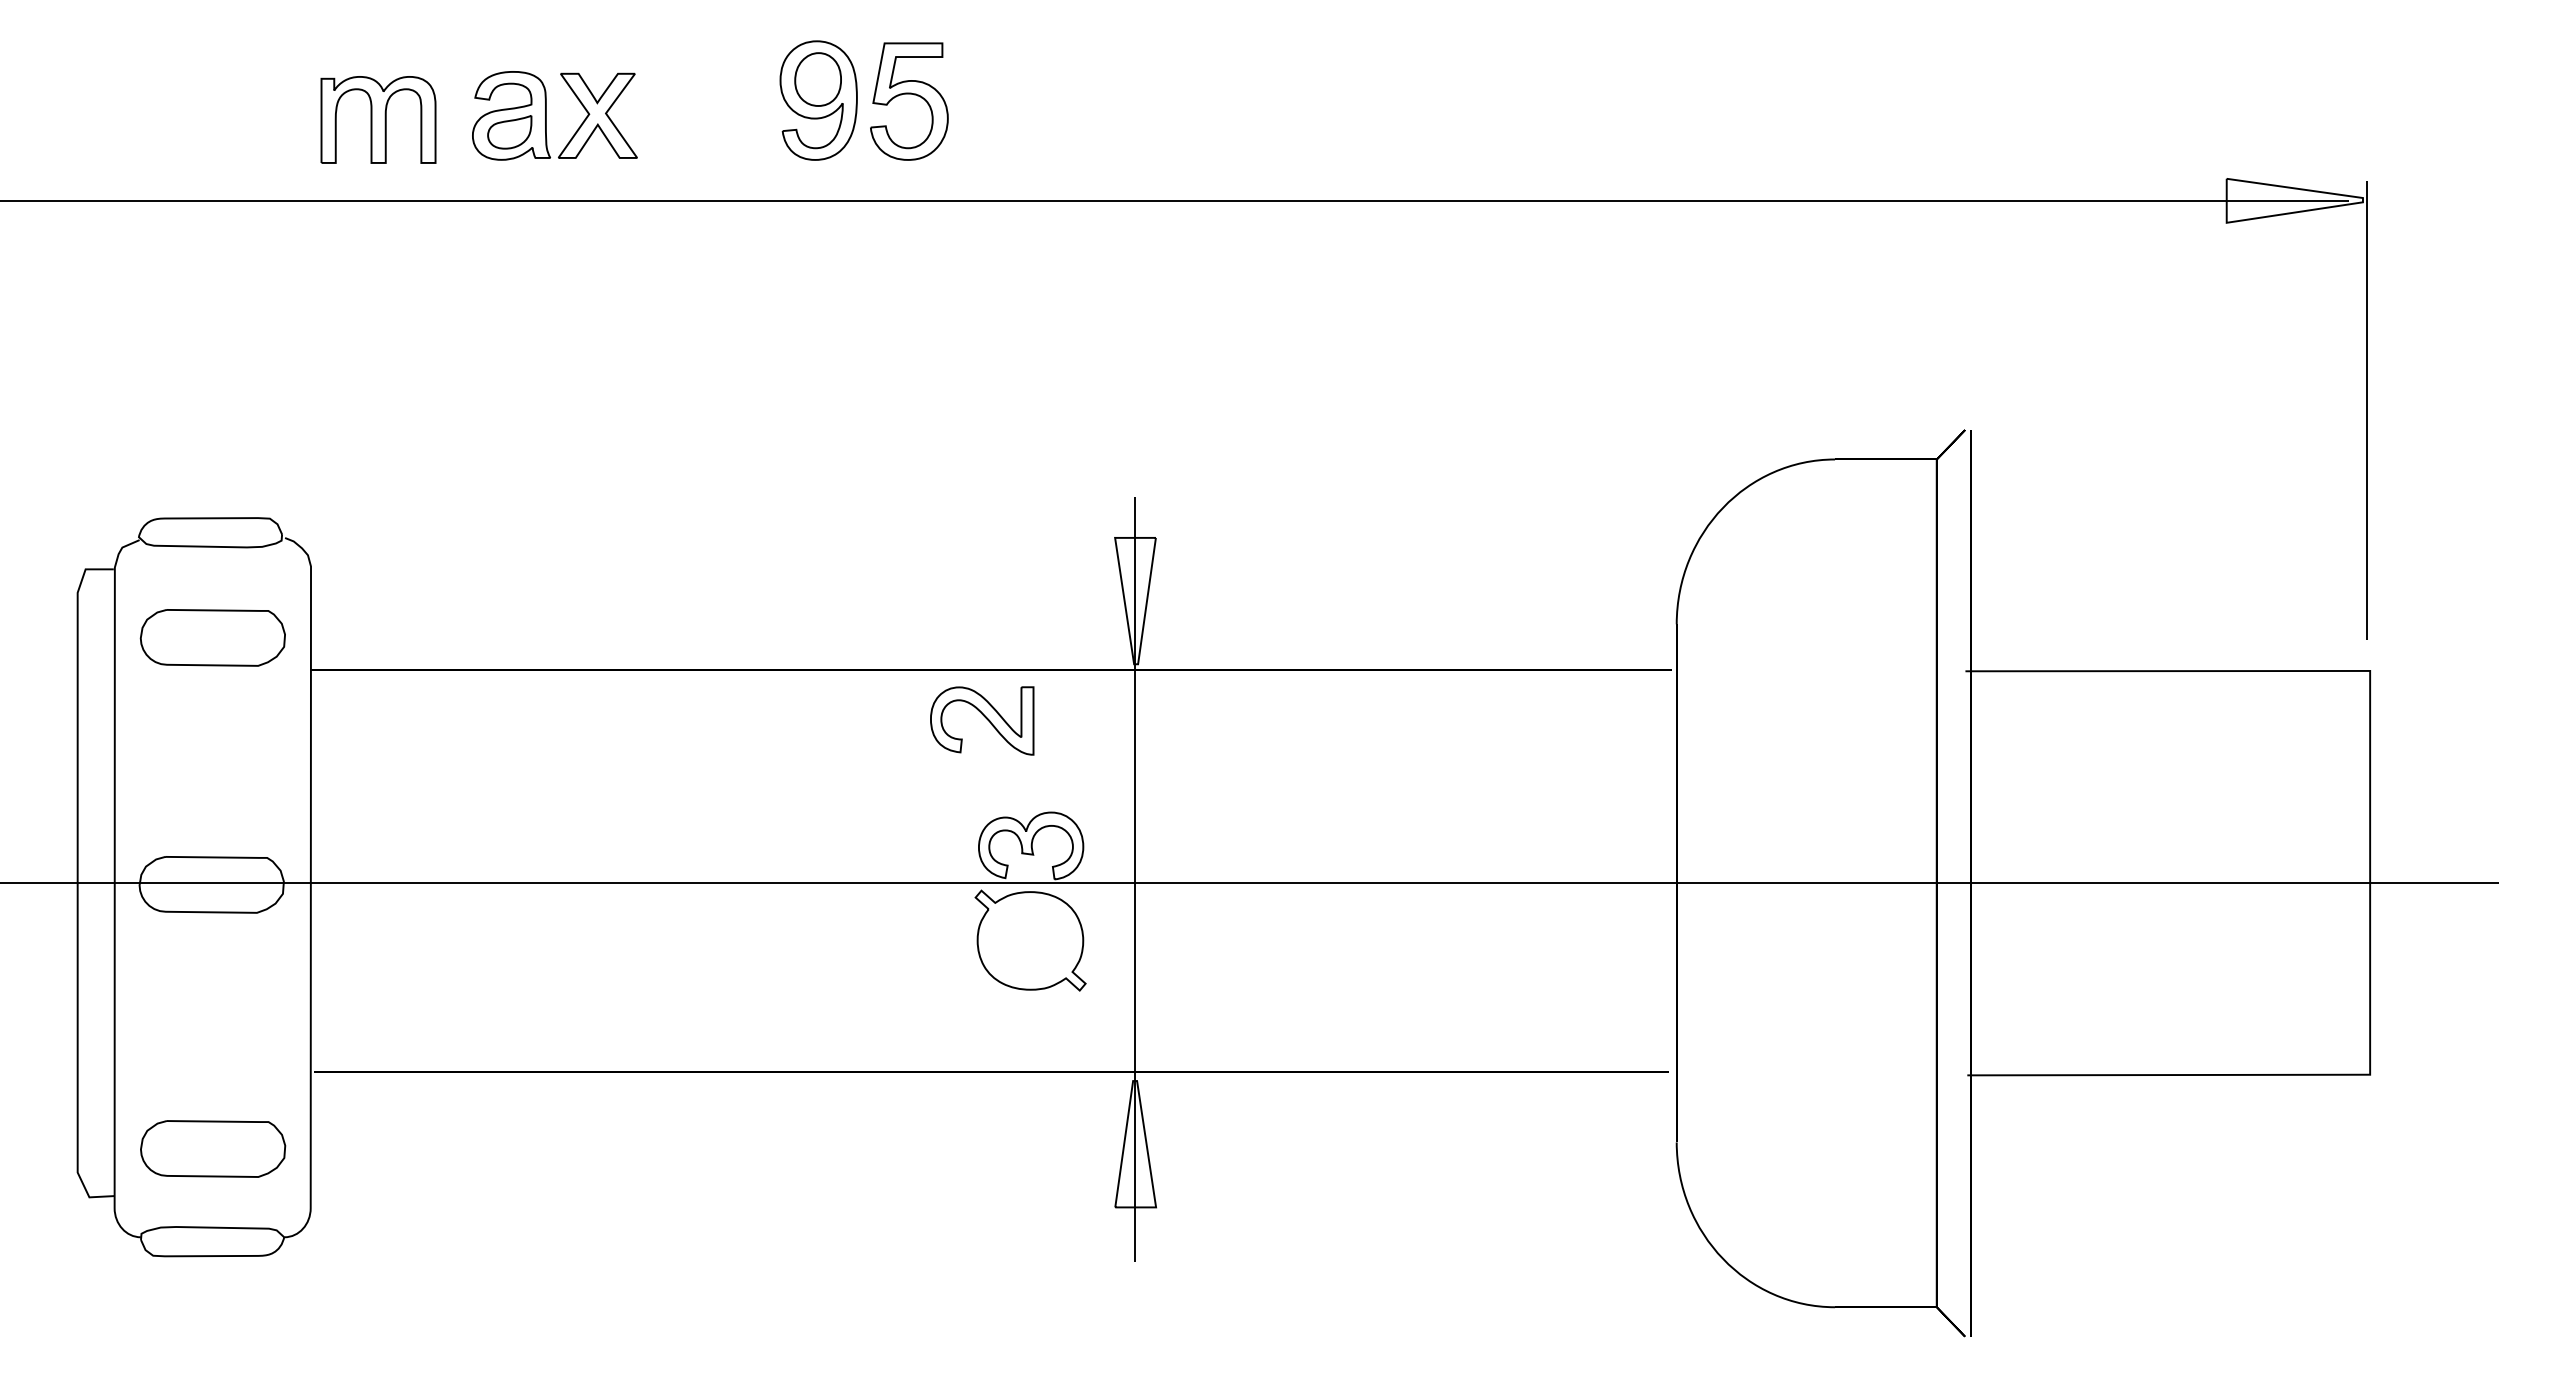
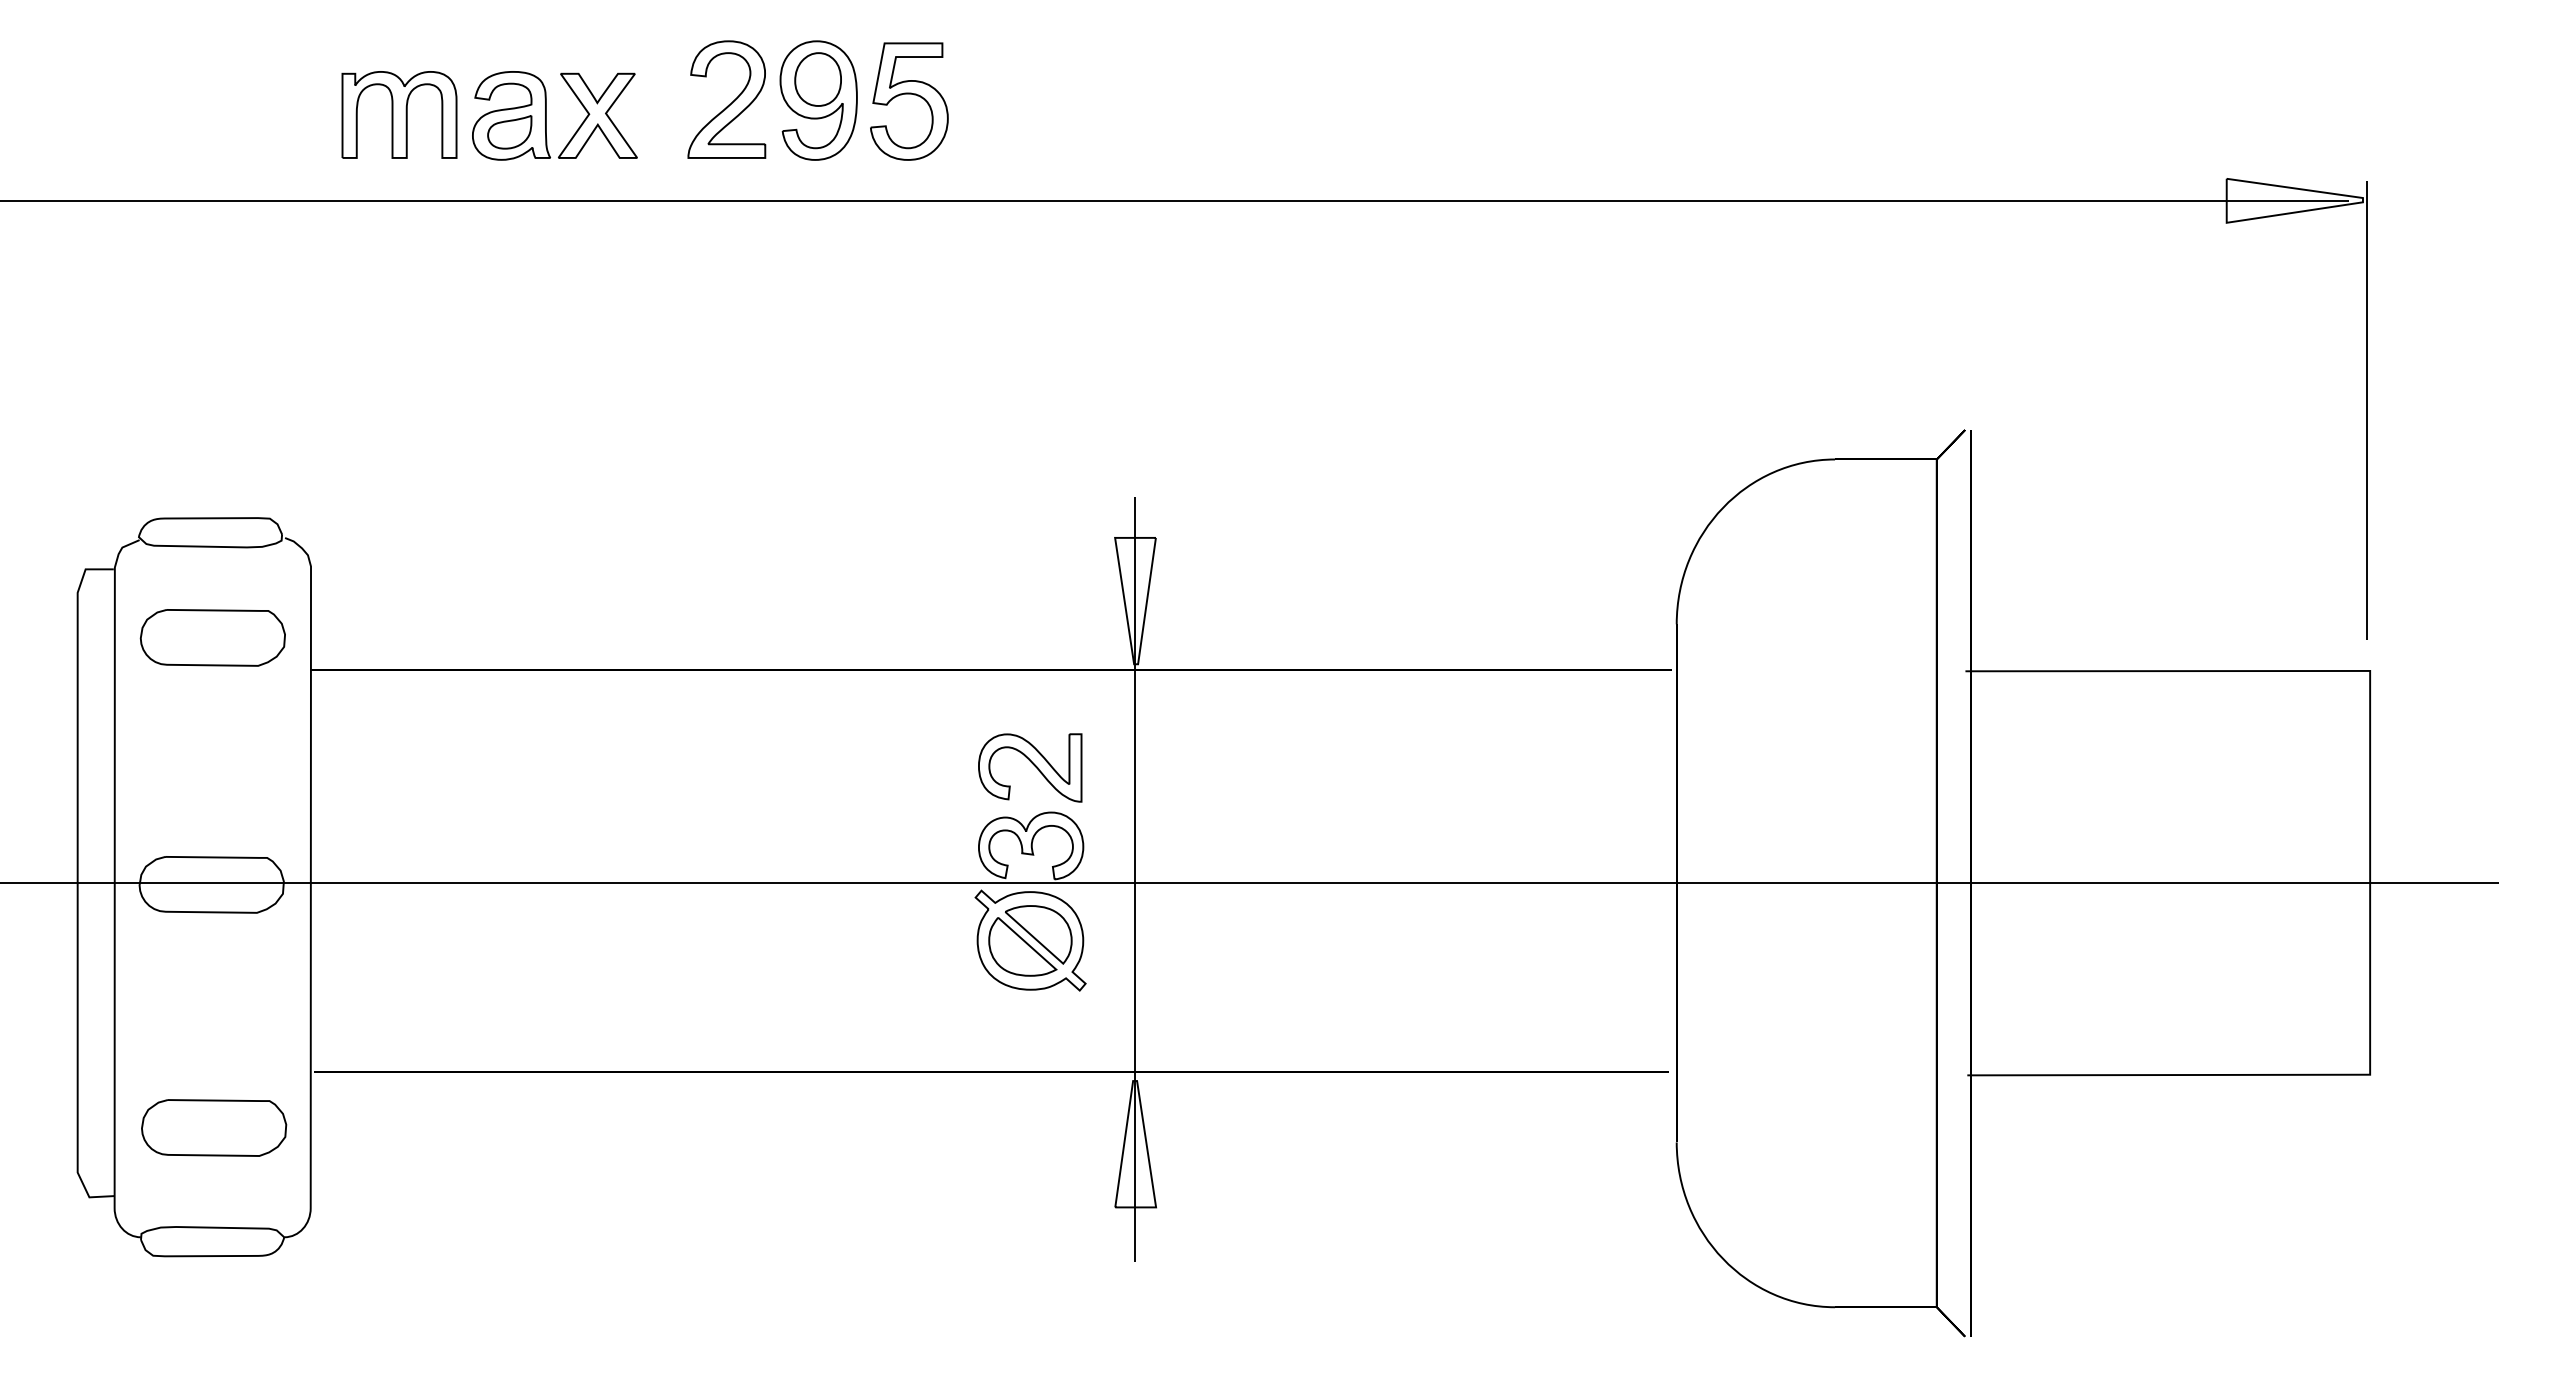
part at (726, 99): none -> present
part at (378, 119) position: (378, 119) -> (399, 114)
part at (982, 720) position: (982, 720) -> (1030, 767)
part at (1030, 940): none -> present
part at (213, 1148) position: (213, 1148) -> (214, 1127)
